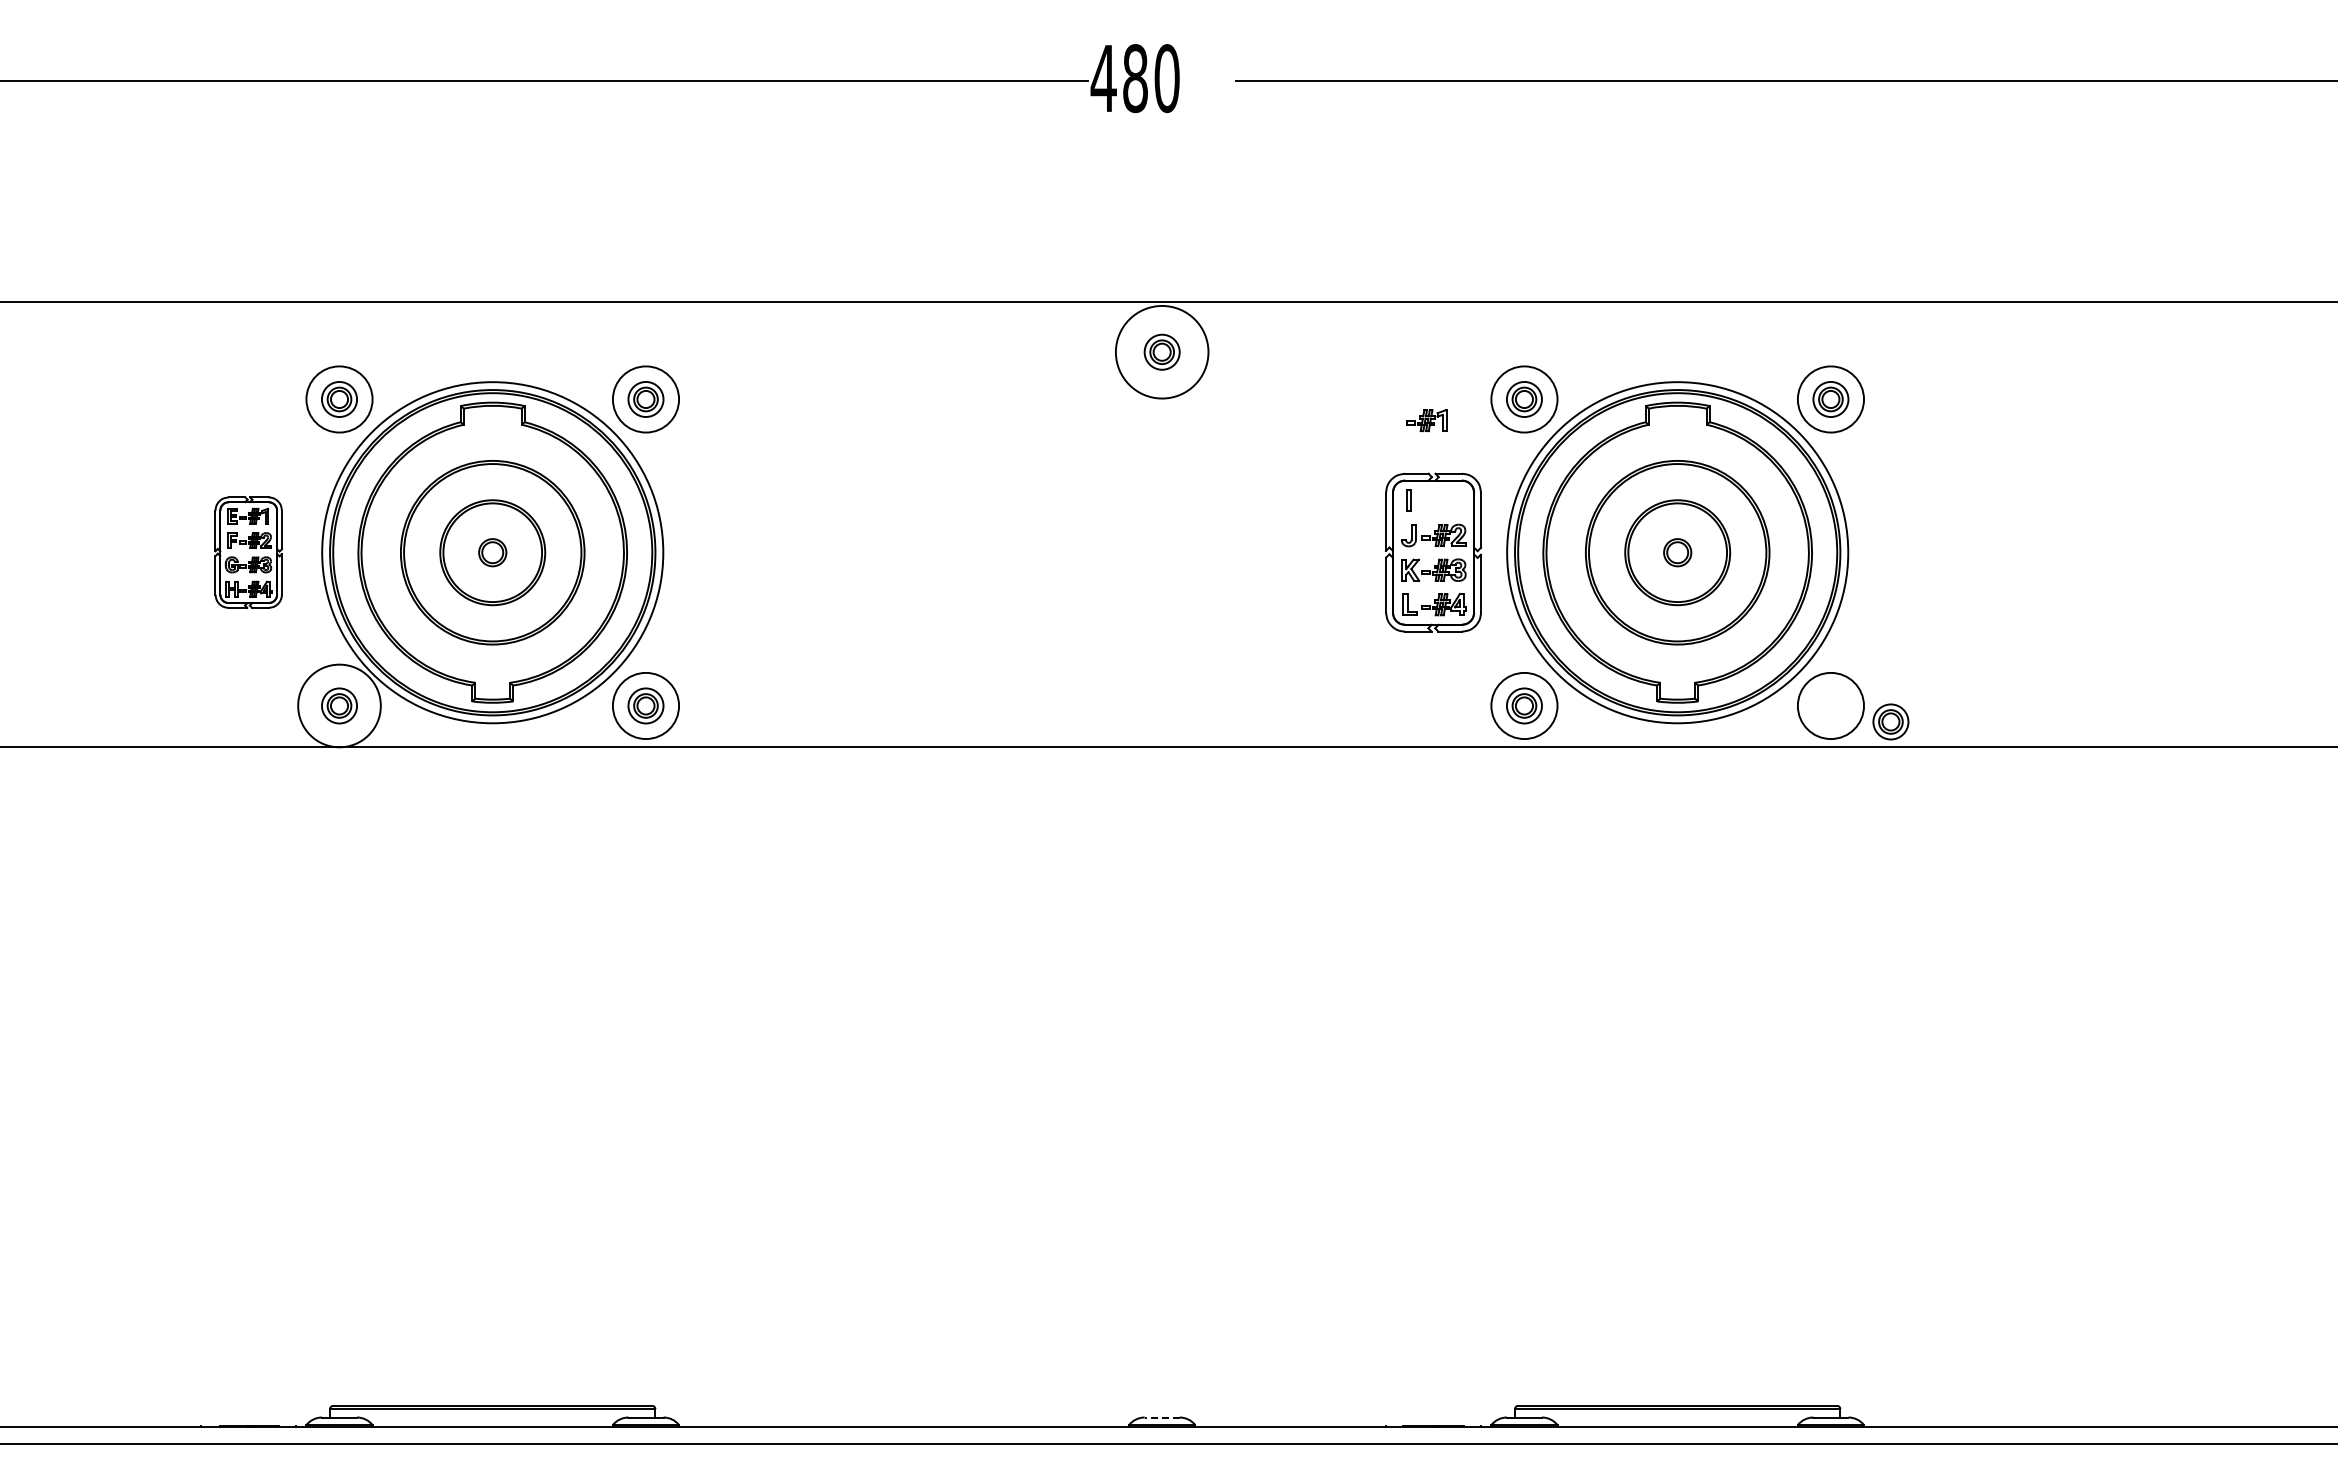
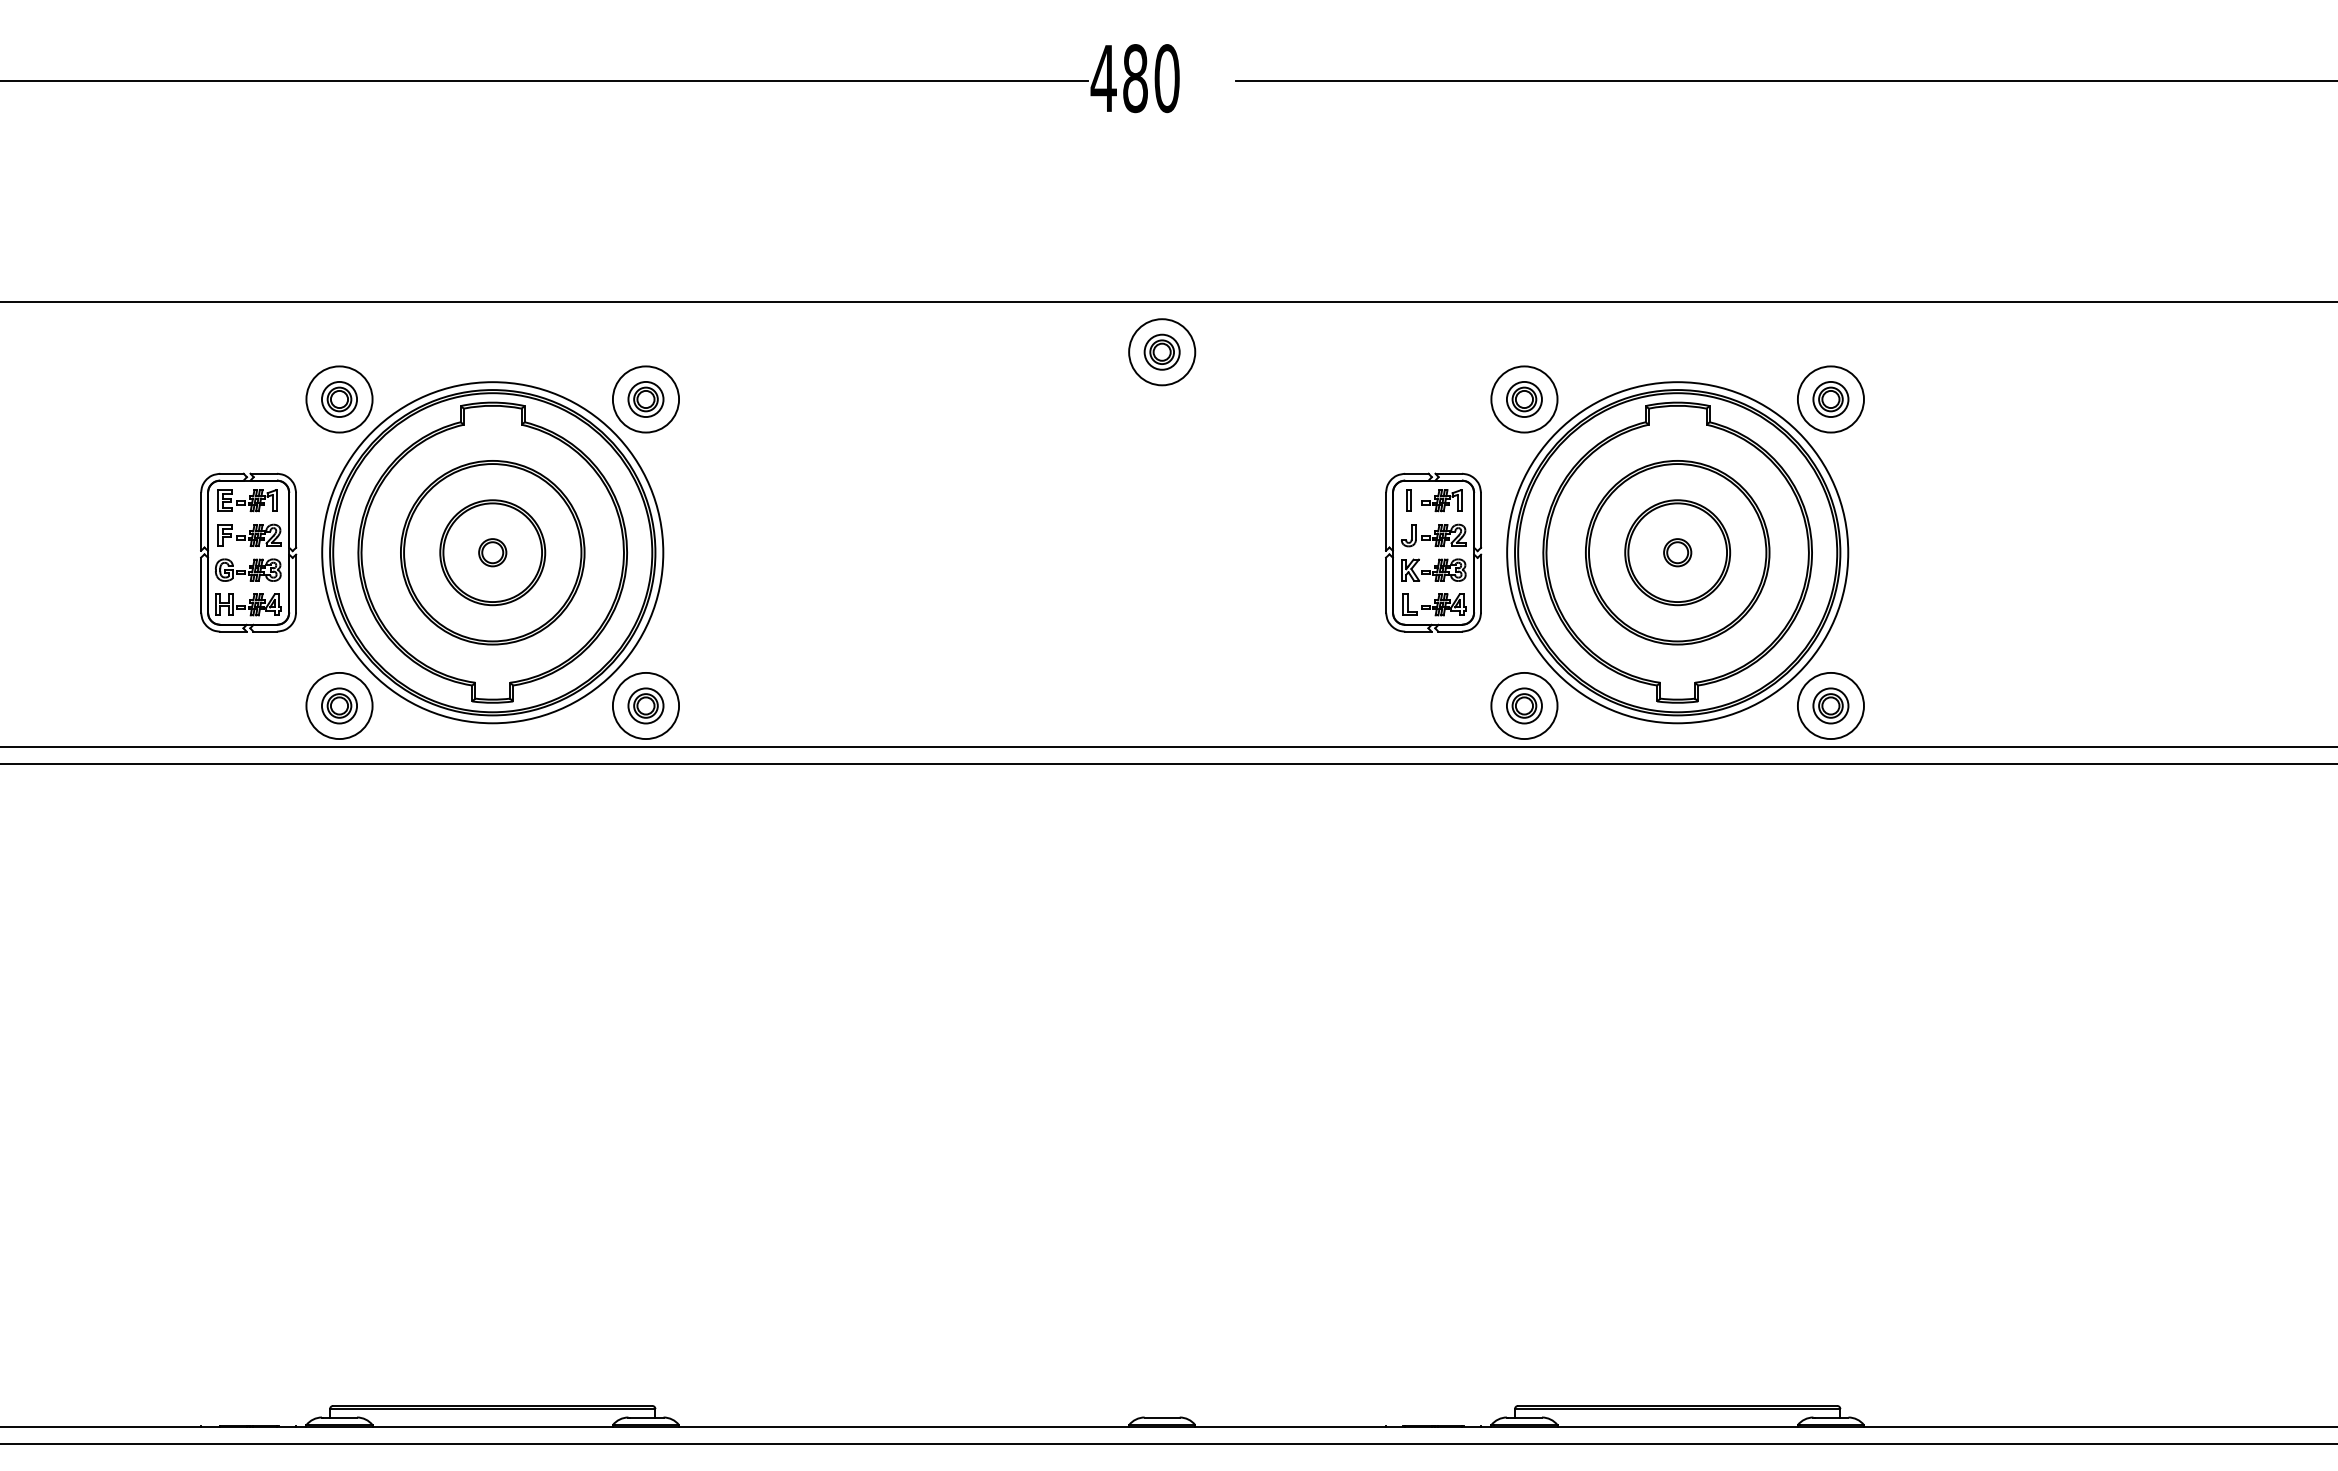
circle at (1161, 351) diameter: 93 px -> 66 px
part at (1426, 420) position: (1426, 420) -> (1441, 500)
part at (248, 552) size: 69x113 px -> 98x161 px
circle at (339, 705) diameter: 83 px -> 66 px
part at (1890, 721) position: (1890, 721) -> (1830, 705)
line at (1168, 763): none -> present
line at (1162, 1417): dashed -> solid
